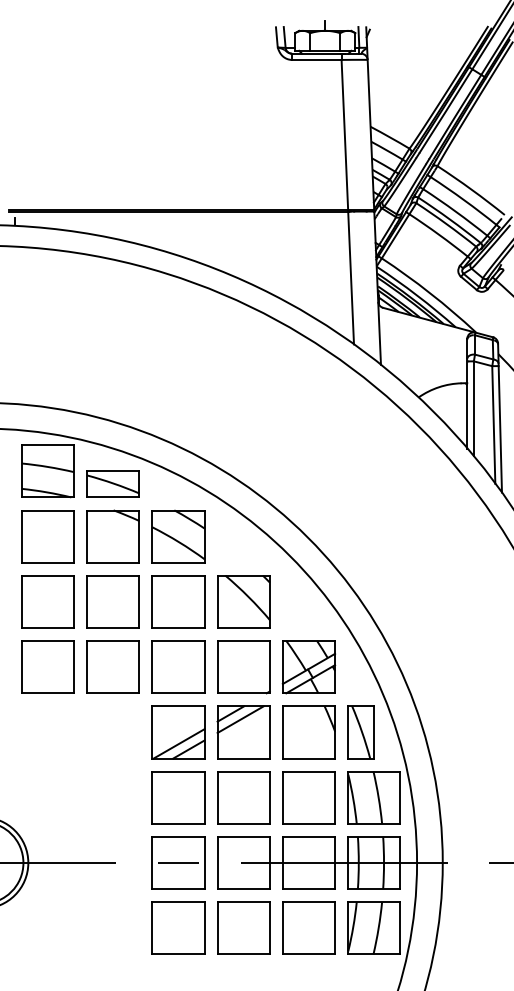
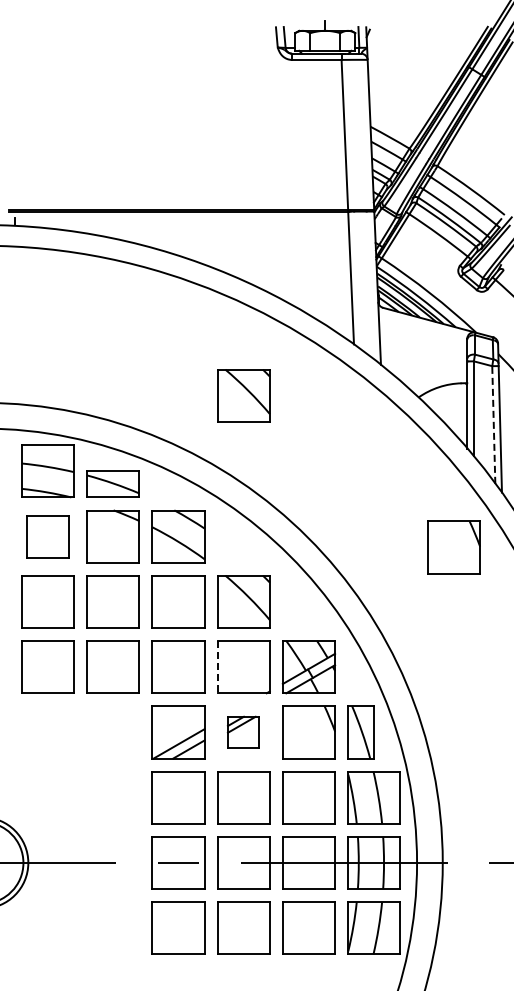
part at (243, 395): none -> present
line at (493, 425): solid -> dashed
part at (47, 536) size: 54x54 px -> 44x44 px
part at (453, 547): none -> present
line at (217, 667): solid -> dashed
part at (243, 732) size: 55x55 px -> 34x34 px
